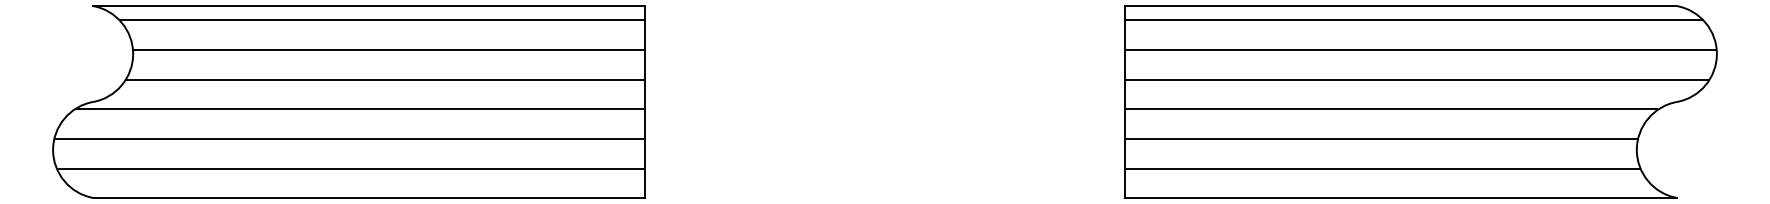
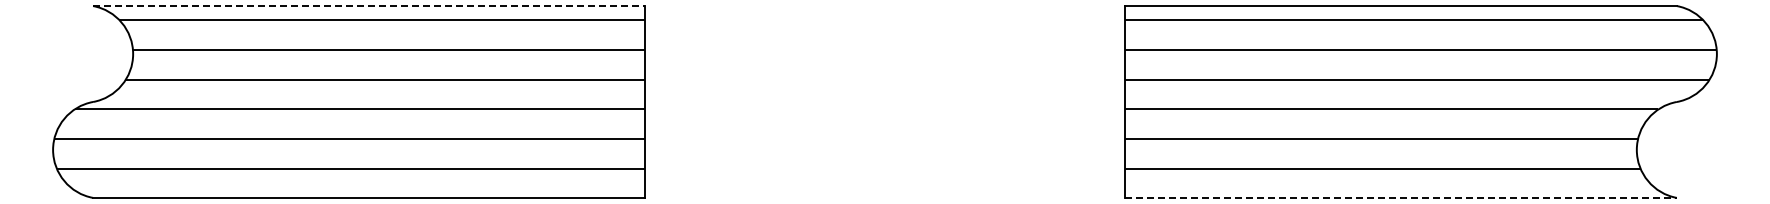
line at (369, 6): solid -> dashed
line at (1401, 197): solid -> dashed
